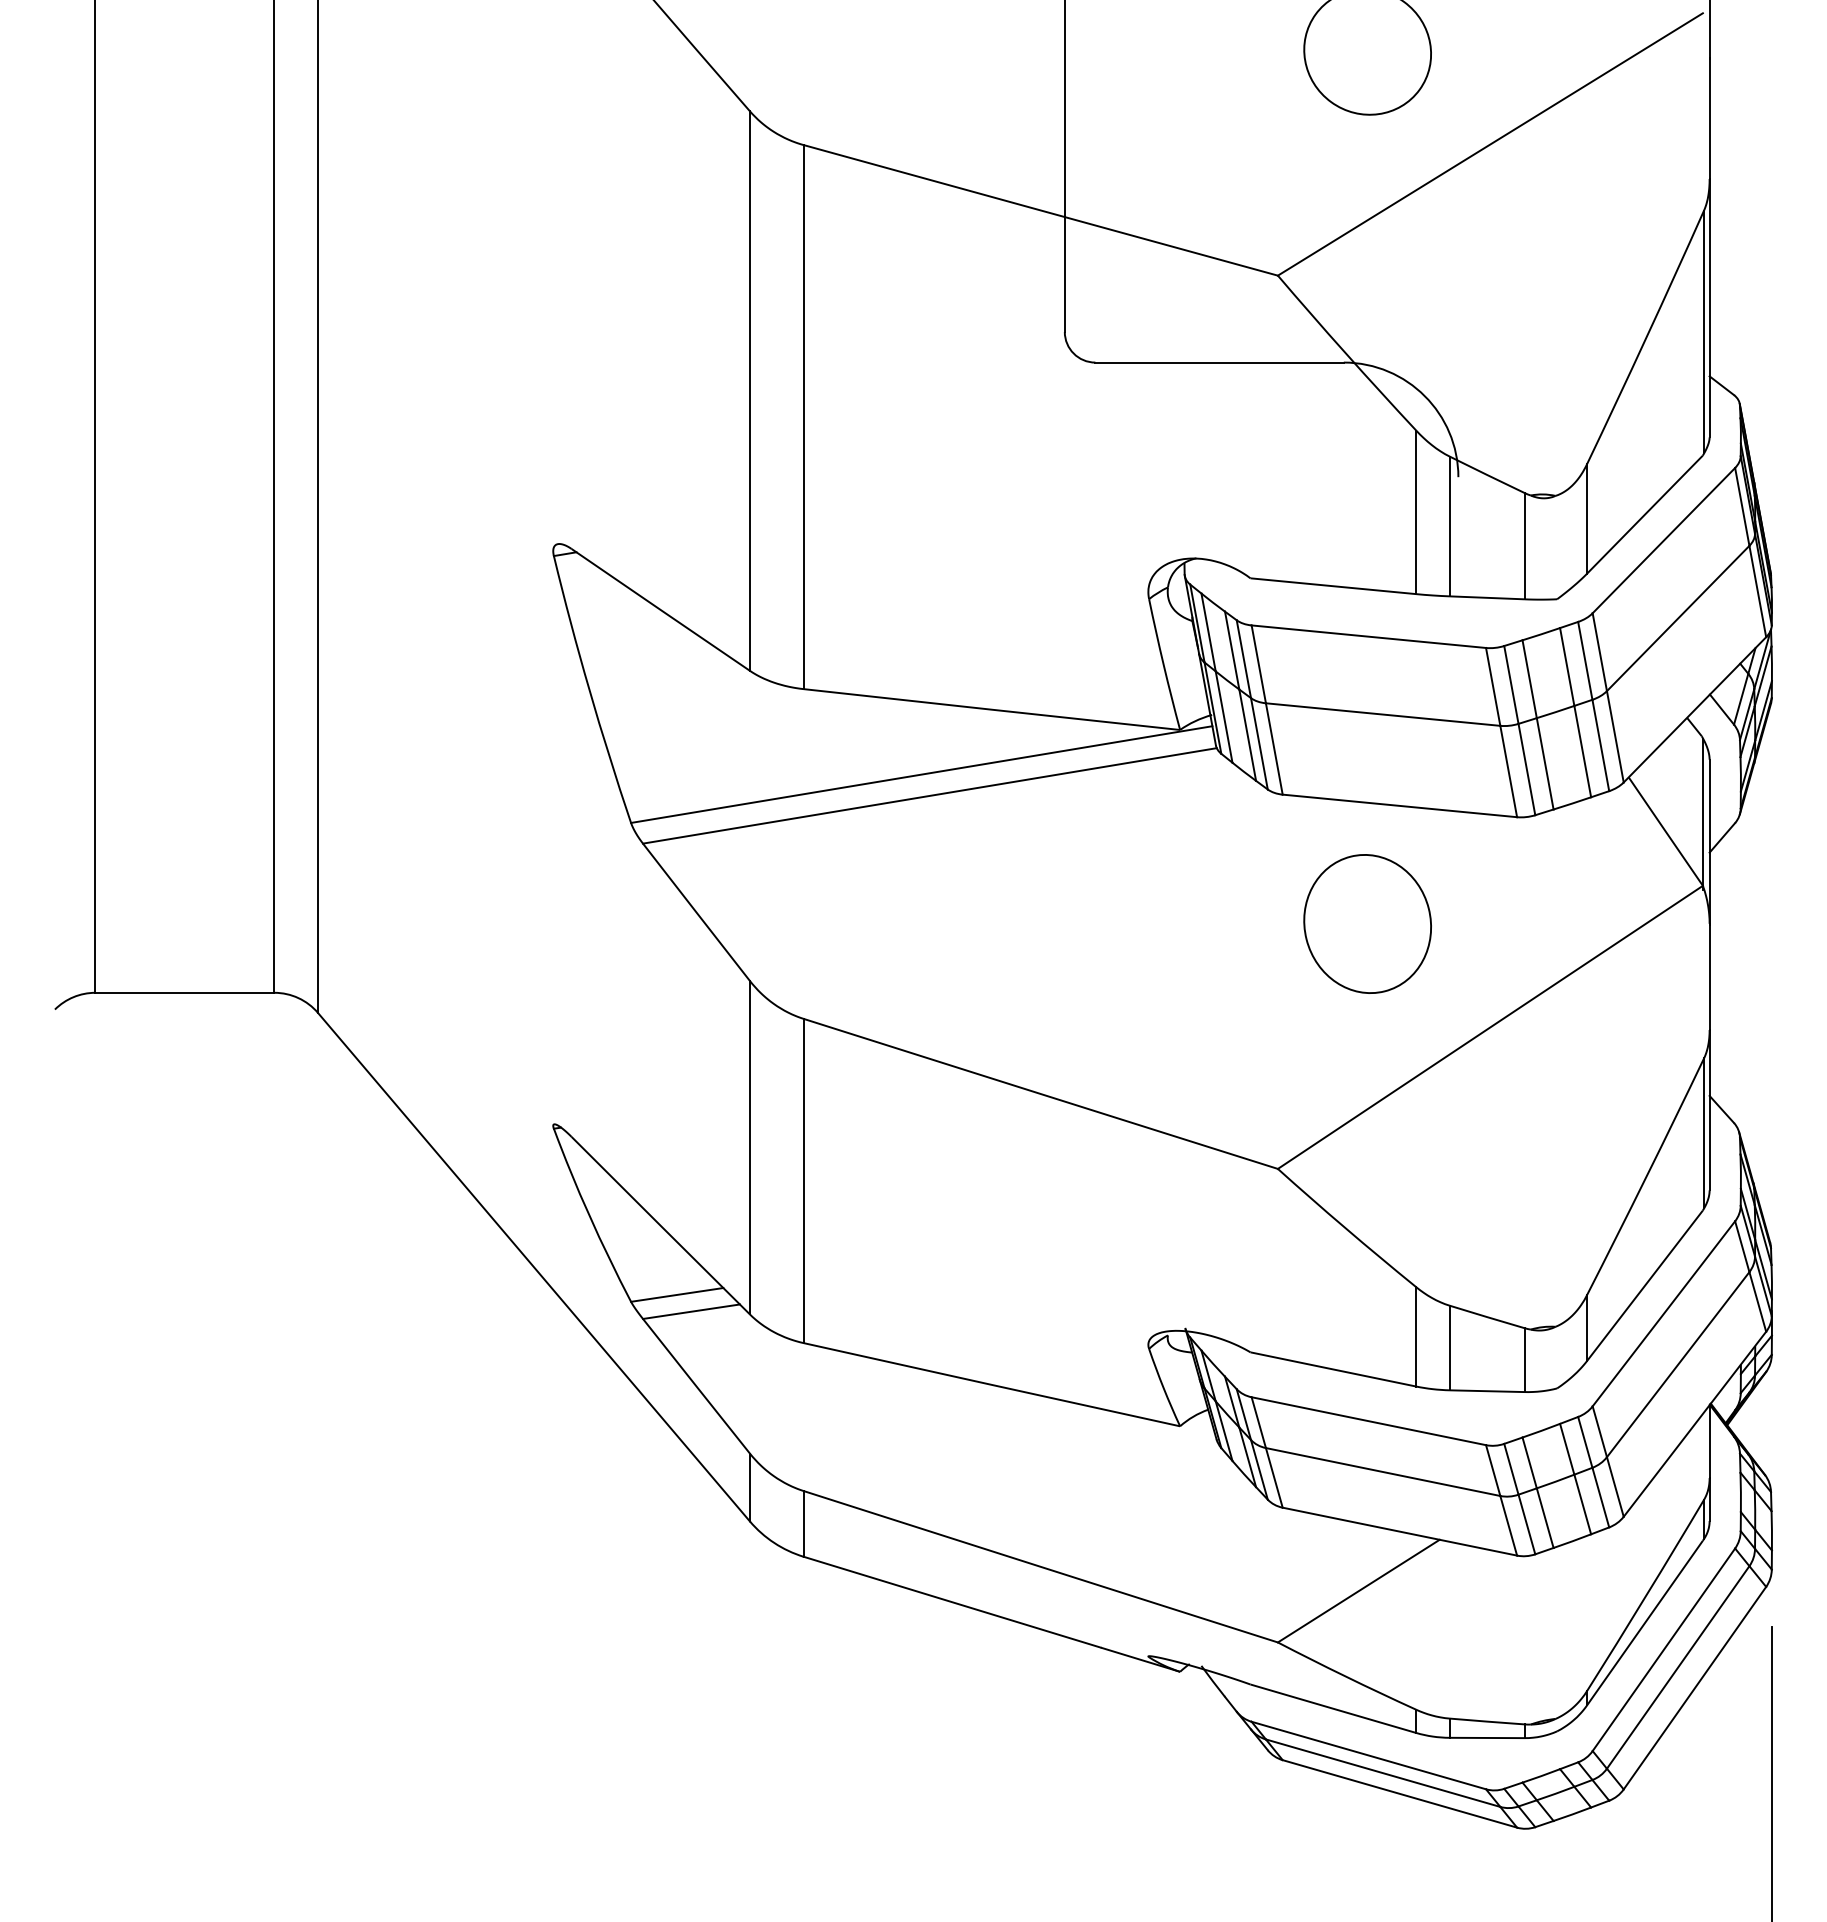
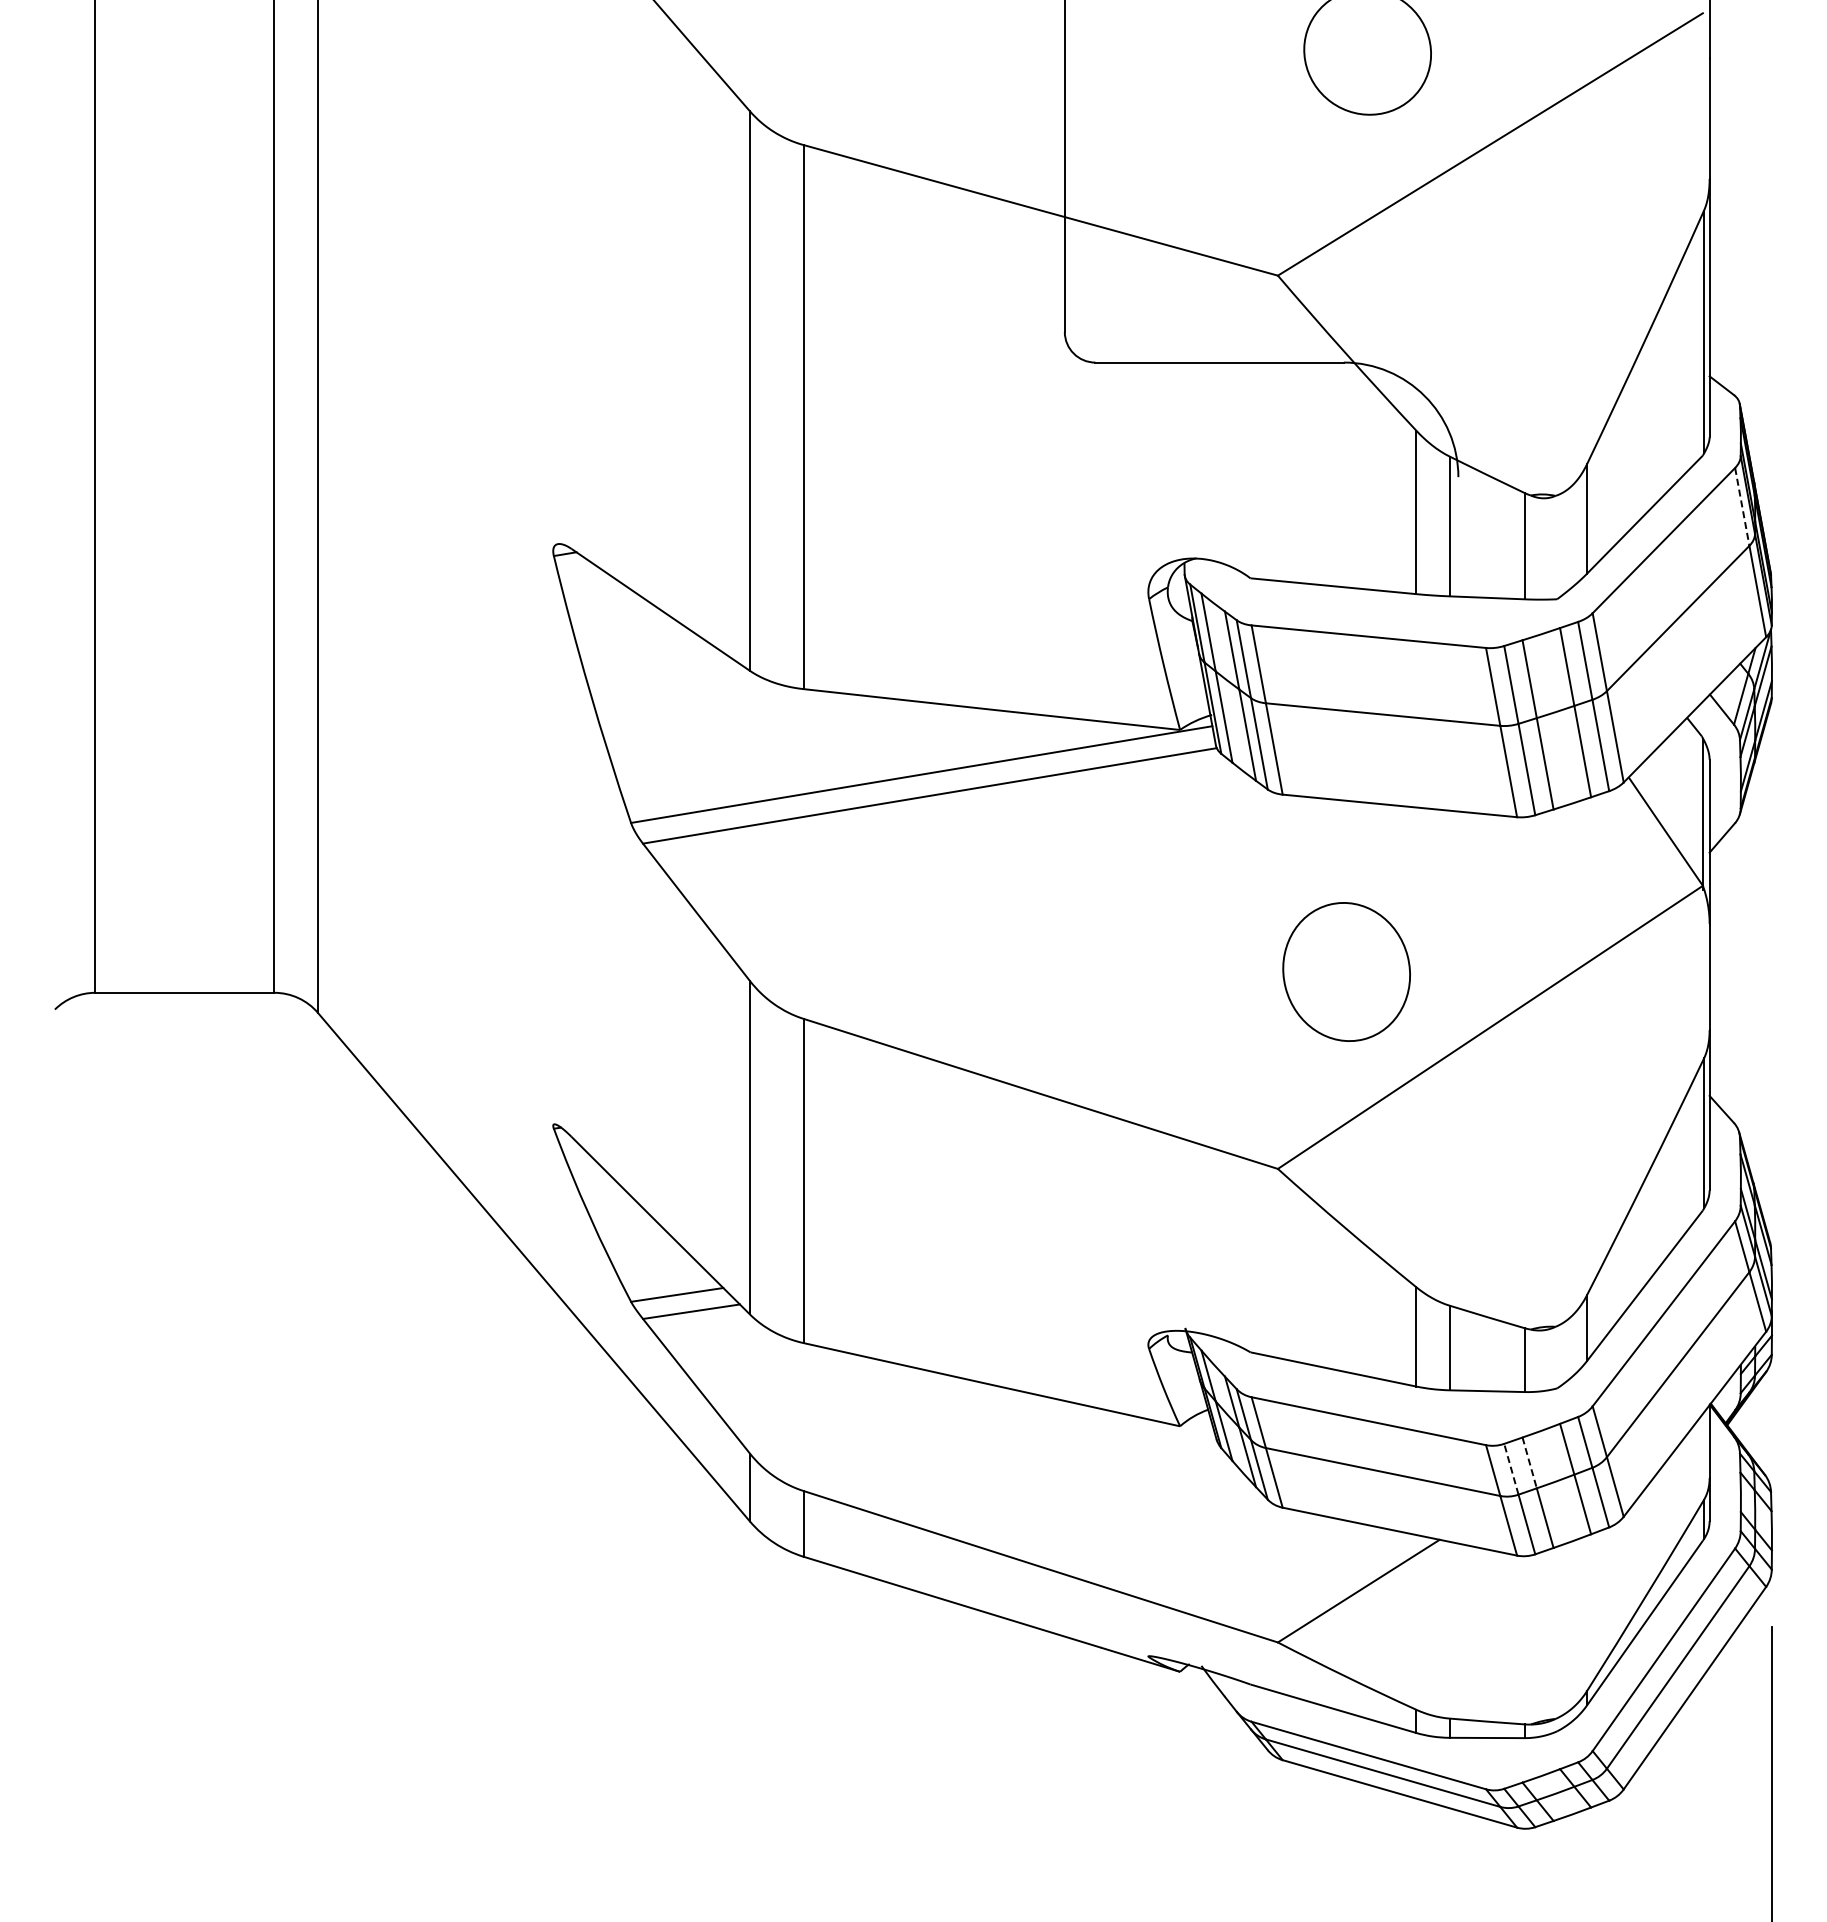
line at (1742, 506): solid -> dashed
part at (1367, 923) position: (1367, 923) -> (1346, 971)
line at (1529, 1463): solid -> dashed
line at (1511, 1468): solid -> dashed
